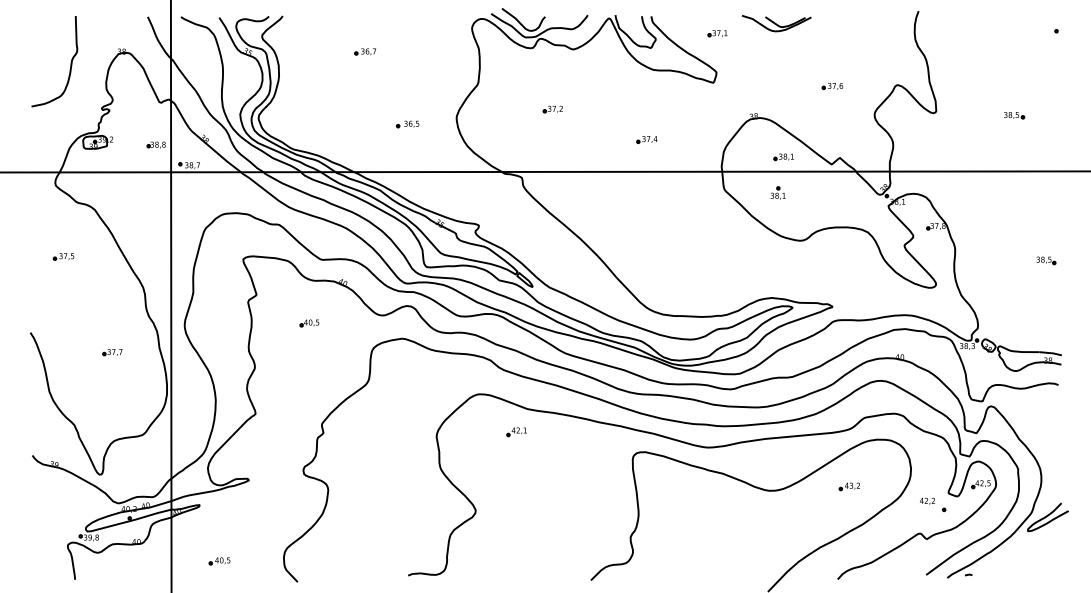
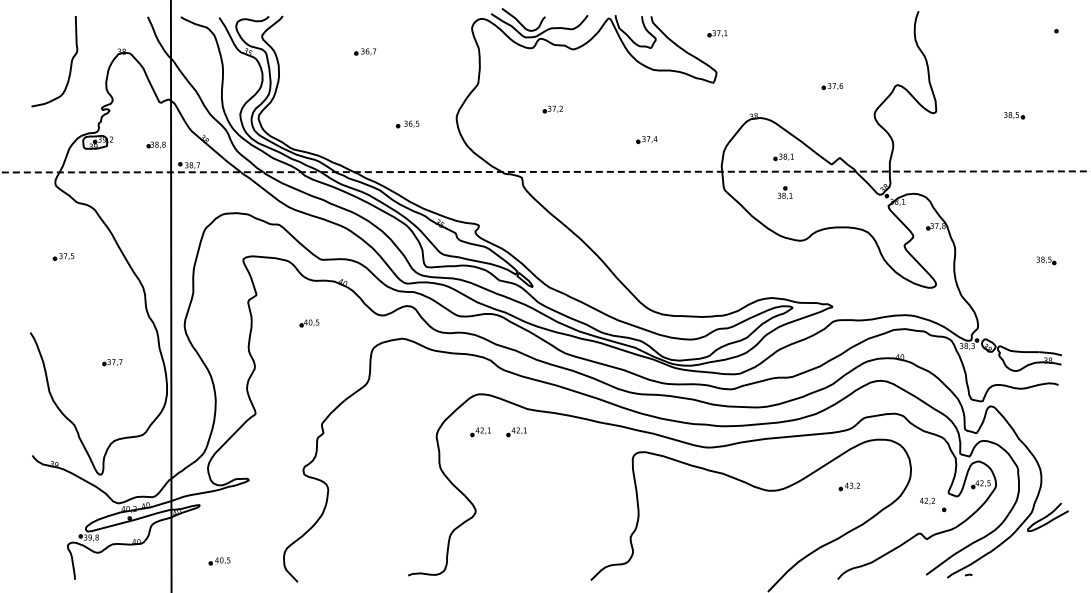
part at (776, 23): present -> none
line at (545, 171): solid -> dashed
part at (777, 192) position: (777, 192) -> (784, 192)
part at (112, 352) position: (112, 352) -> (112, 362)
part at (480, 432): none -> present
